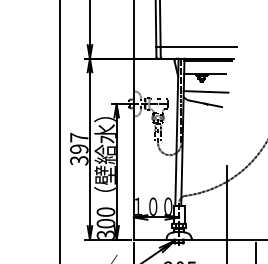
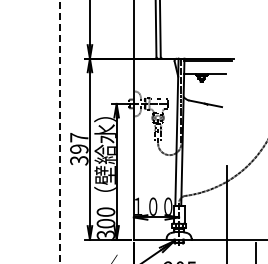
line at (196, 47): present -> none
line at (205, 91): present -> none
line at (59, 131): solid -> dashed
